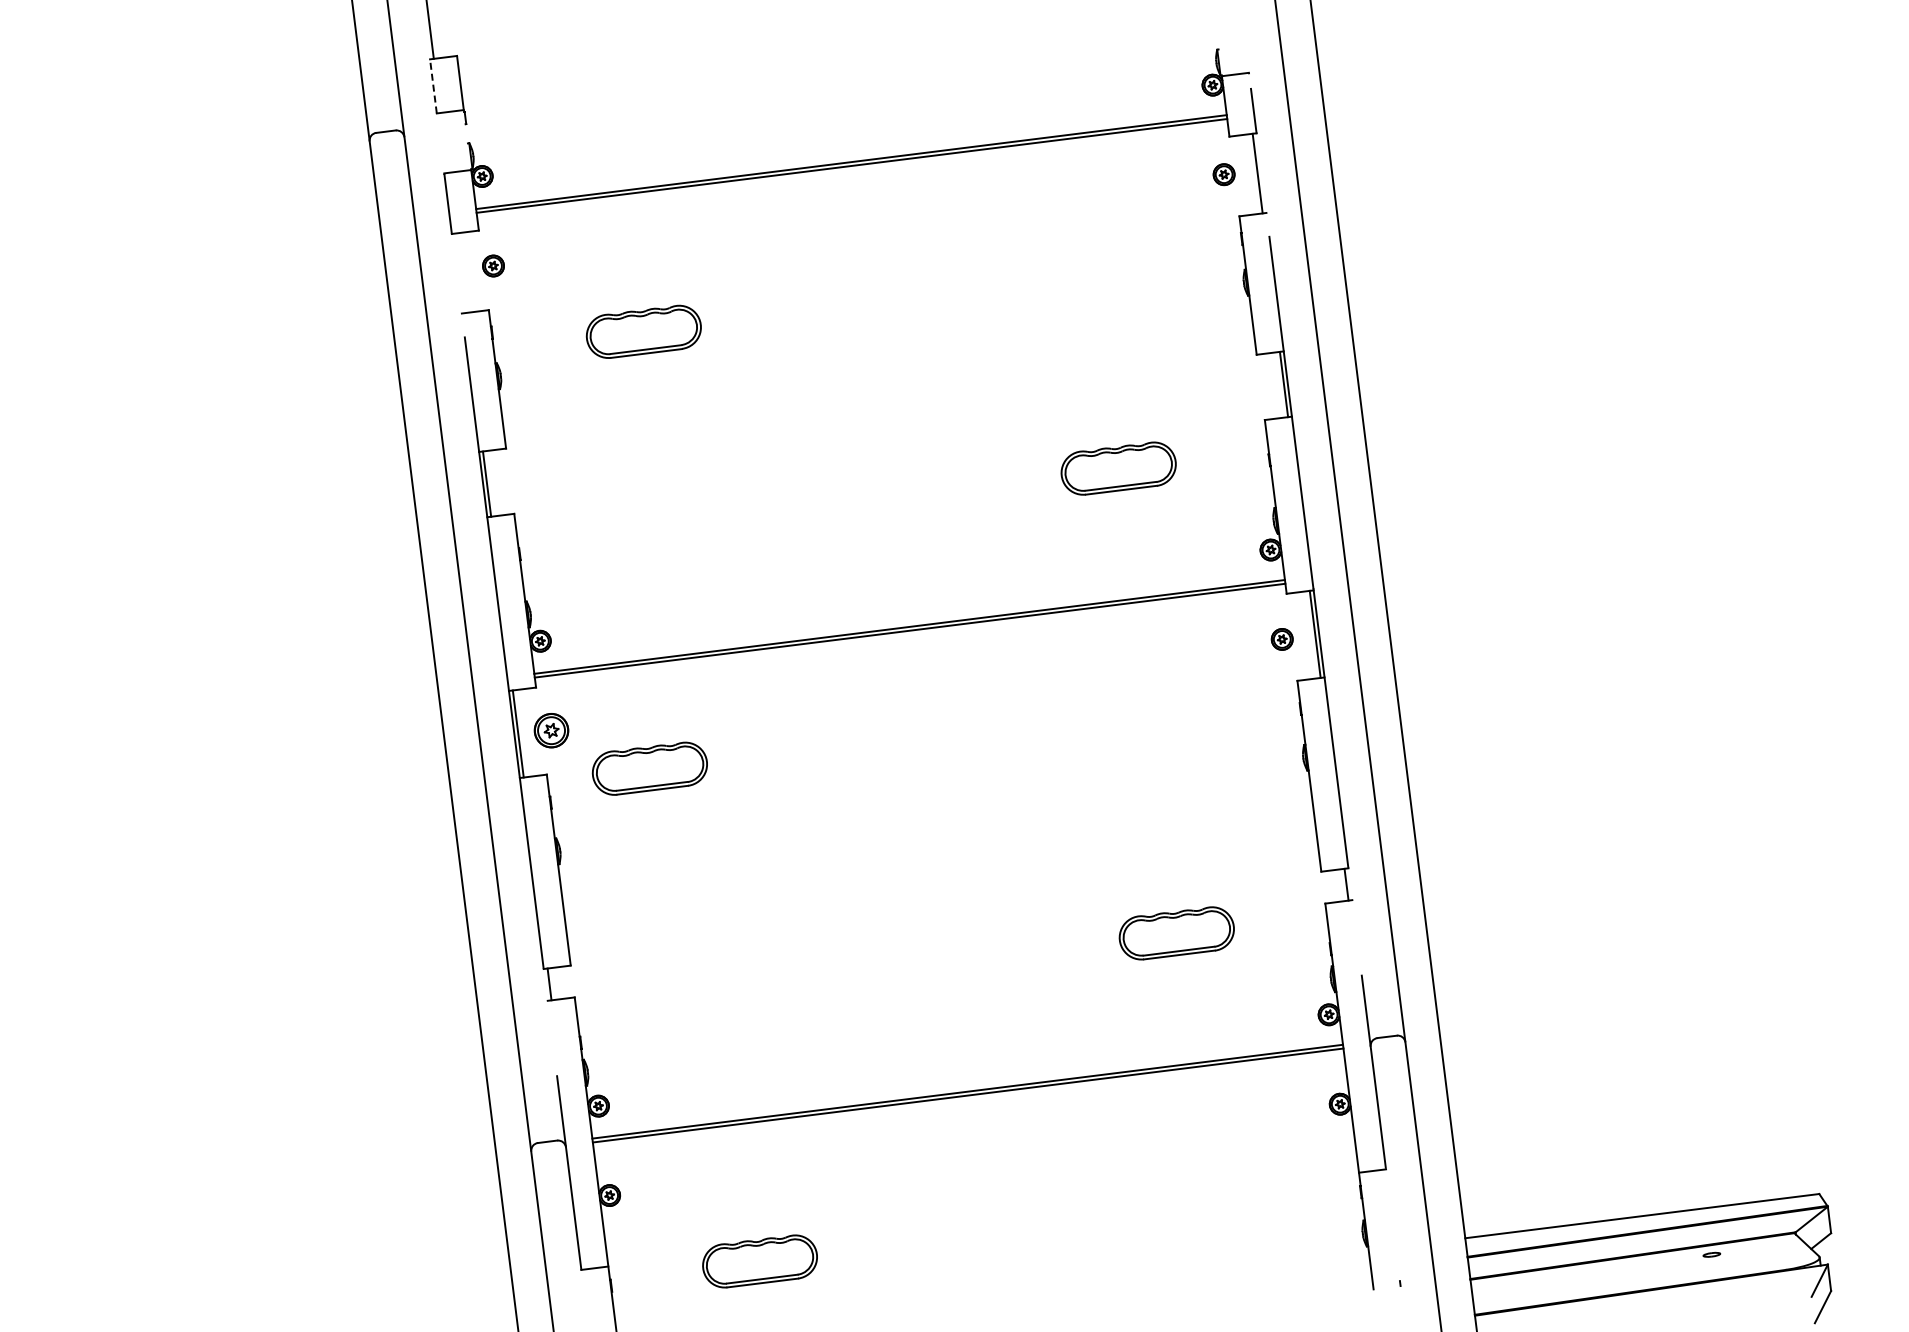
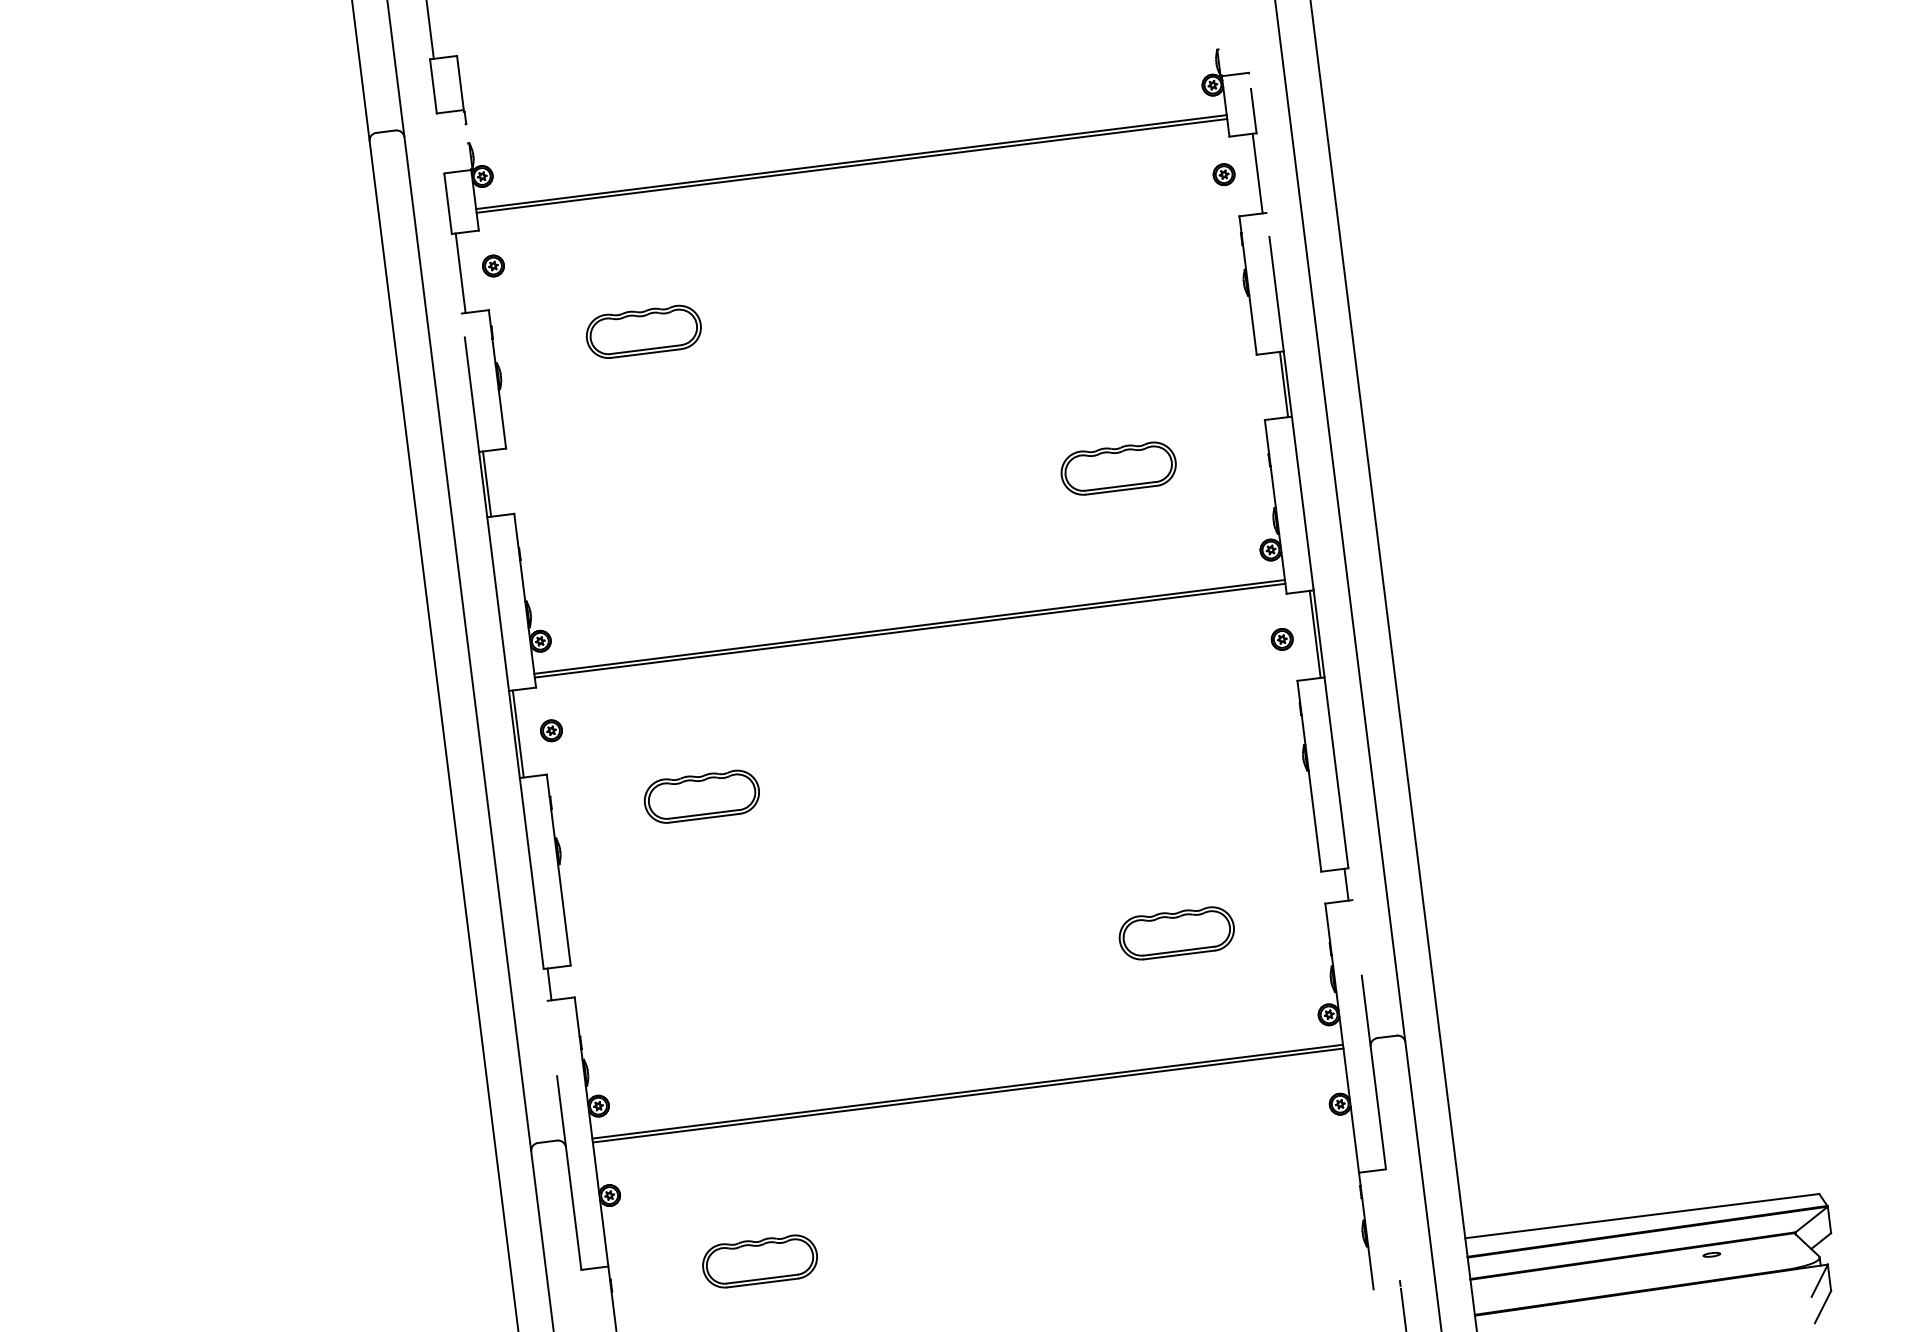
line at (433, 85): dashed -> solid
line at (460, 273): none -> present
part at (551, 730) size: 37x36 px -> 23x24 px
part at (649, 768) position: (649, 768) -> (701, 796)
line at (1402, 1308): none -> present
